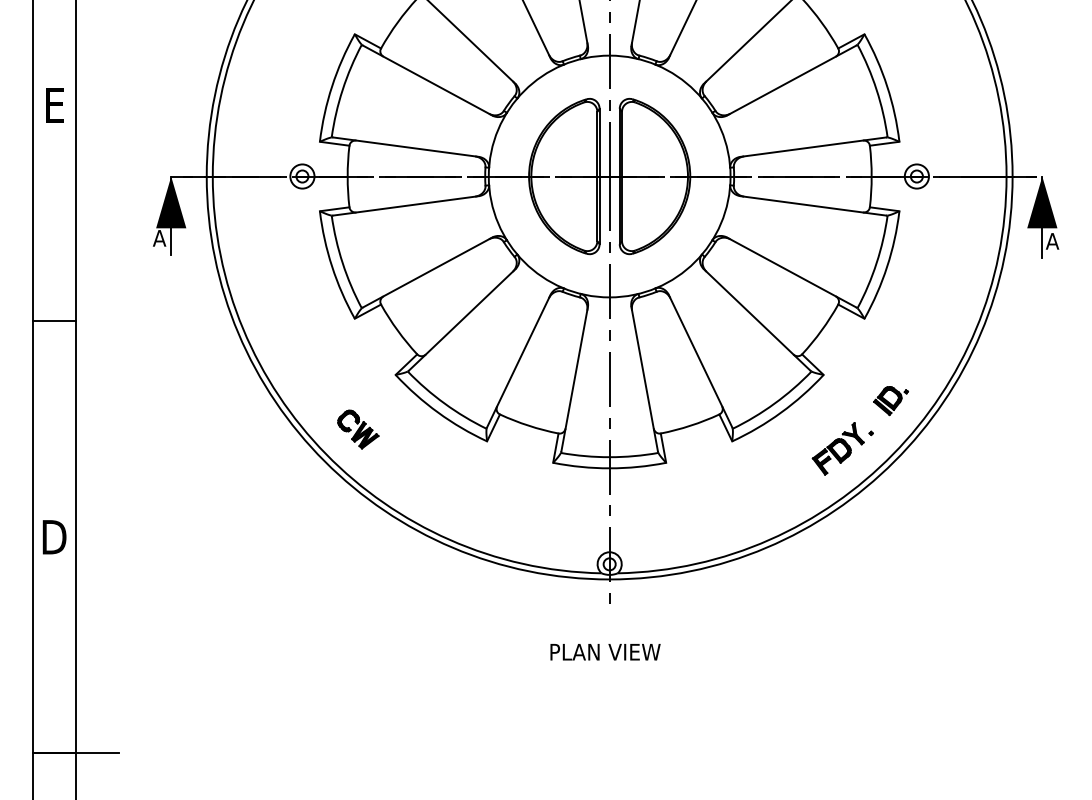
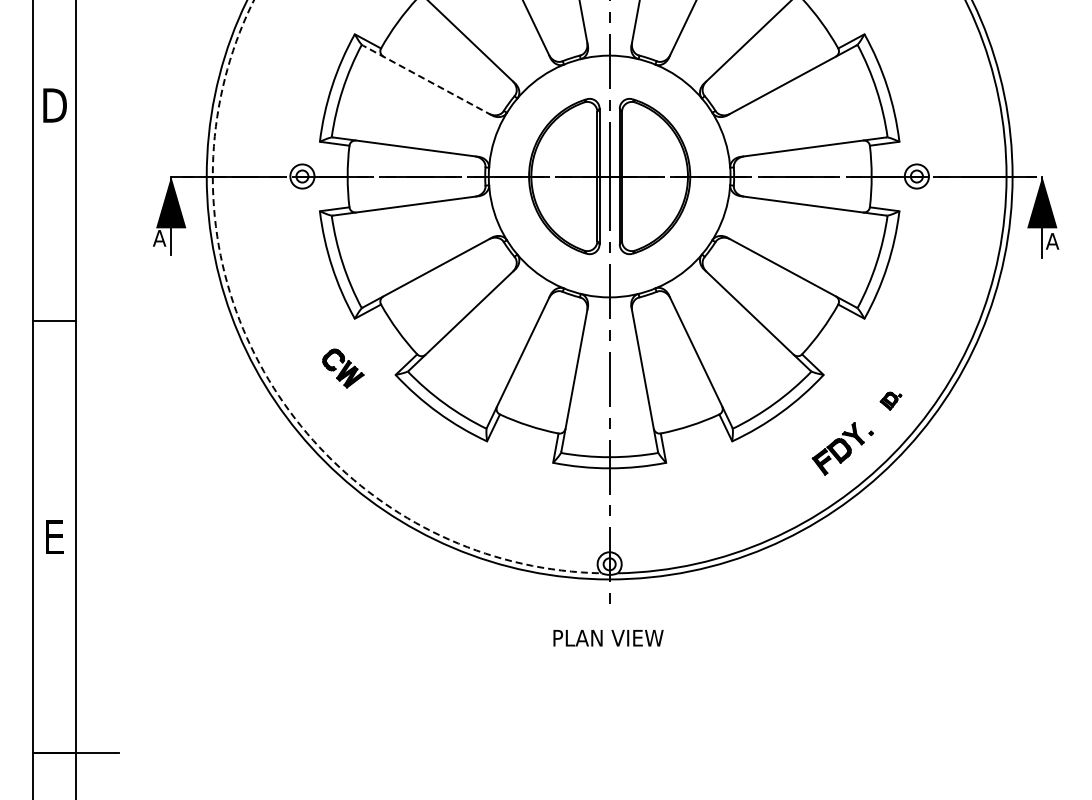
line at (427, 80): solid -> dashed
text at (54, 105): E -> D
arc at (269, 380): solid -> dashed
part at (890, 401) size: 36x31 px -> 24x20 px
part at (358, 429) position: (358, 429) -> (343, 368)
text at (54, 537): D -> E
text at (605, 652) position: (605, 652) -> (608, 638)
